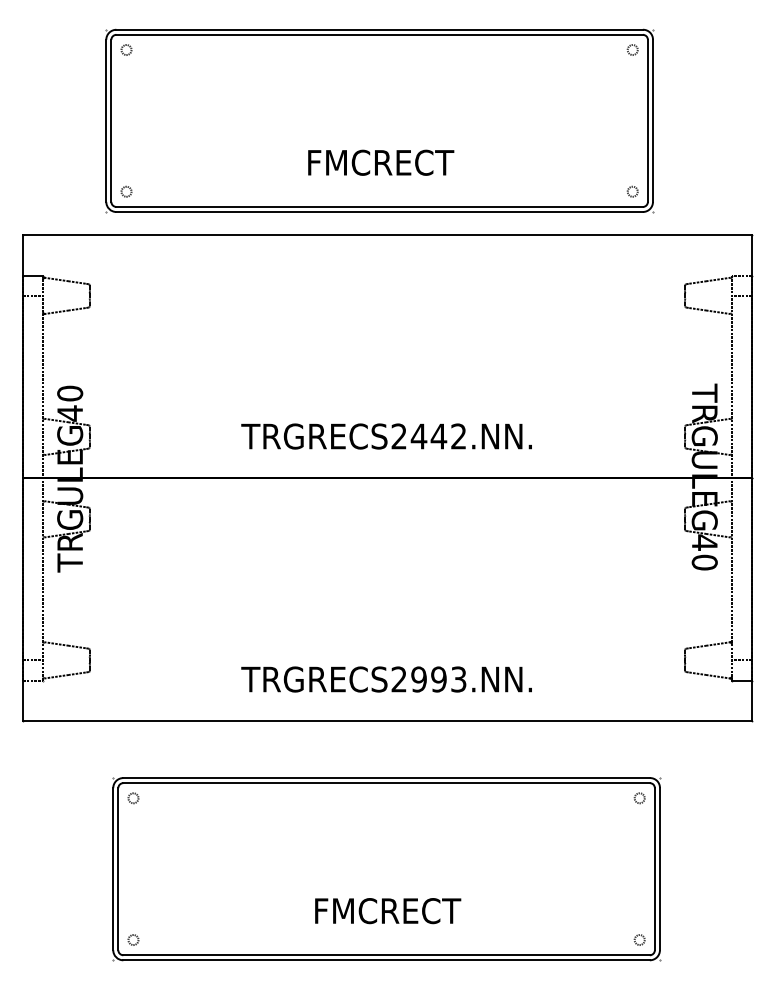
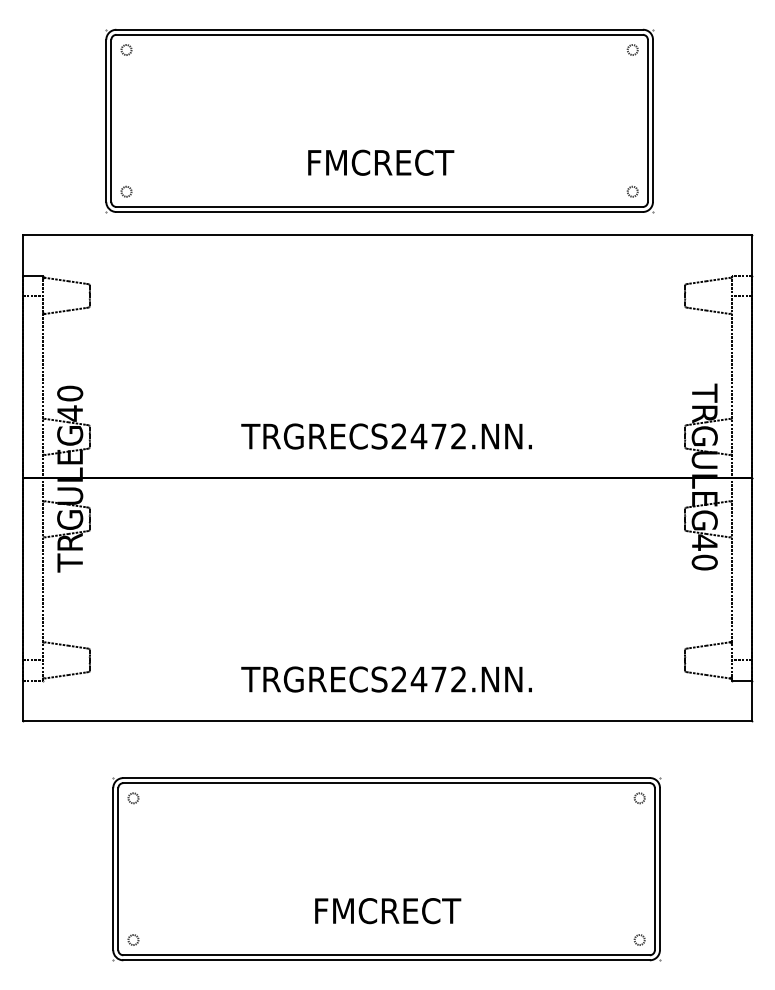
text at (438, 436): TRGRECS2442.NN. -> TRGRECS2472.NN.
text at (438, 679): TRGRECS2993.NN. -> TRGRECS2472.NN.
